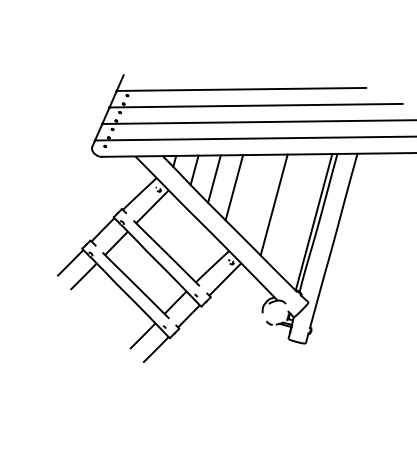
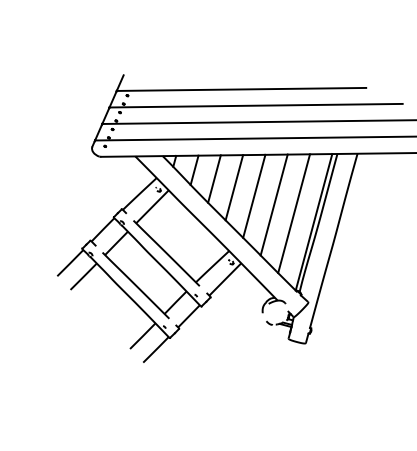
line at (254, 195): none -> present
line at (294, 213): none -> present
